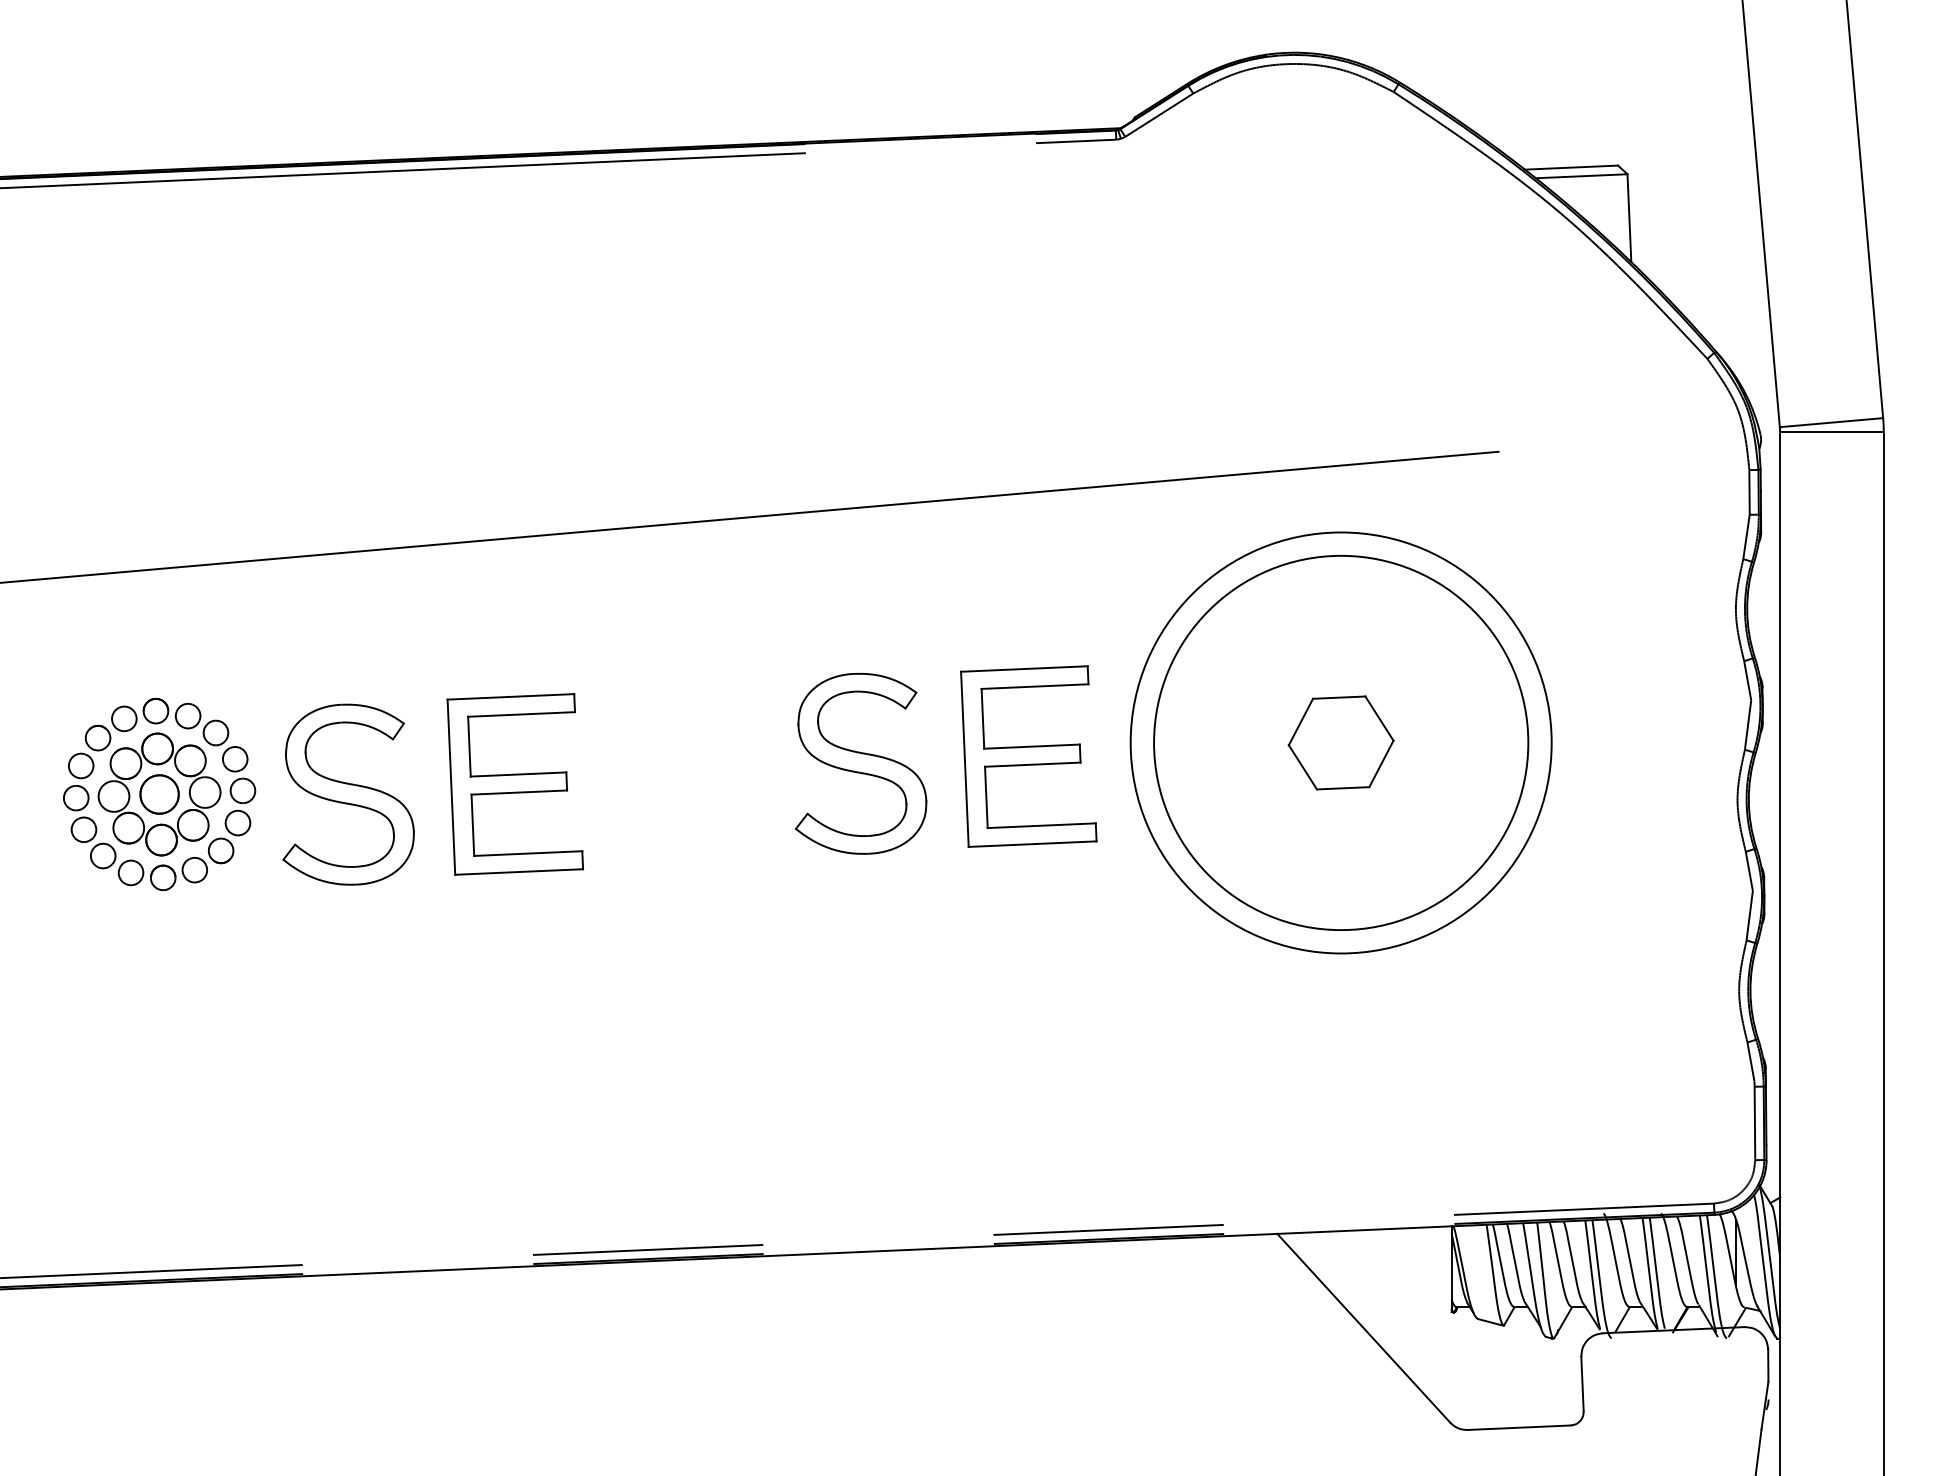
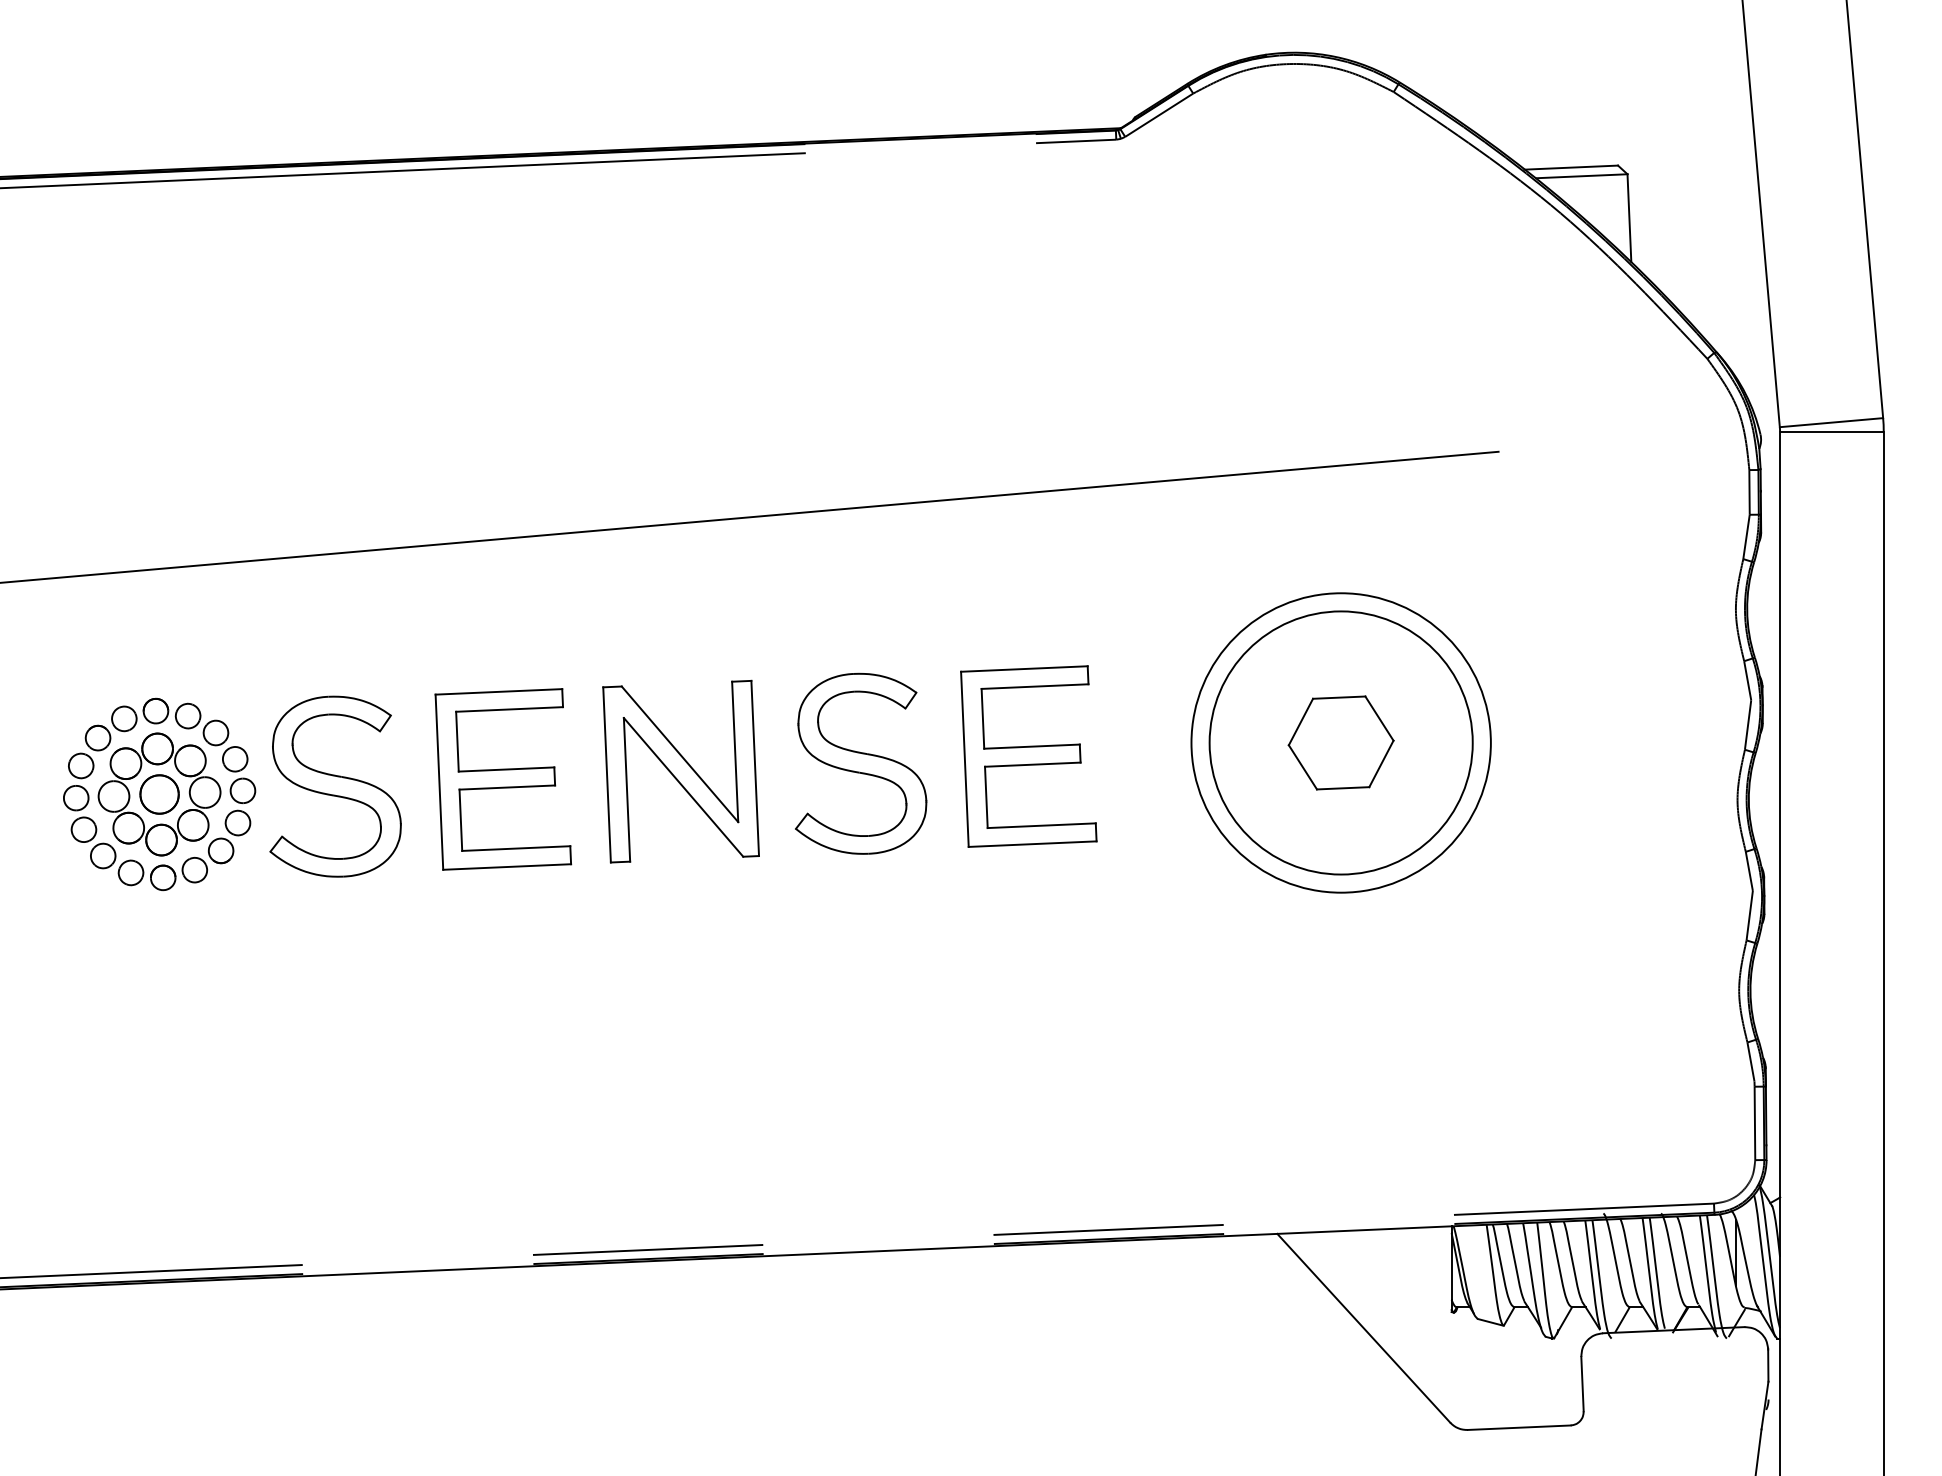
circle at (1340, 742) diameter: 421 px -> 263 px
circle at (1341, 742) diameter: 374 px -> 299 px
part at (680, 771): none -> present
part at (515, 784) position: (515, 784) -> (503, 779)
part at (348, 794) position: (348, 794) -> (335, 786)
